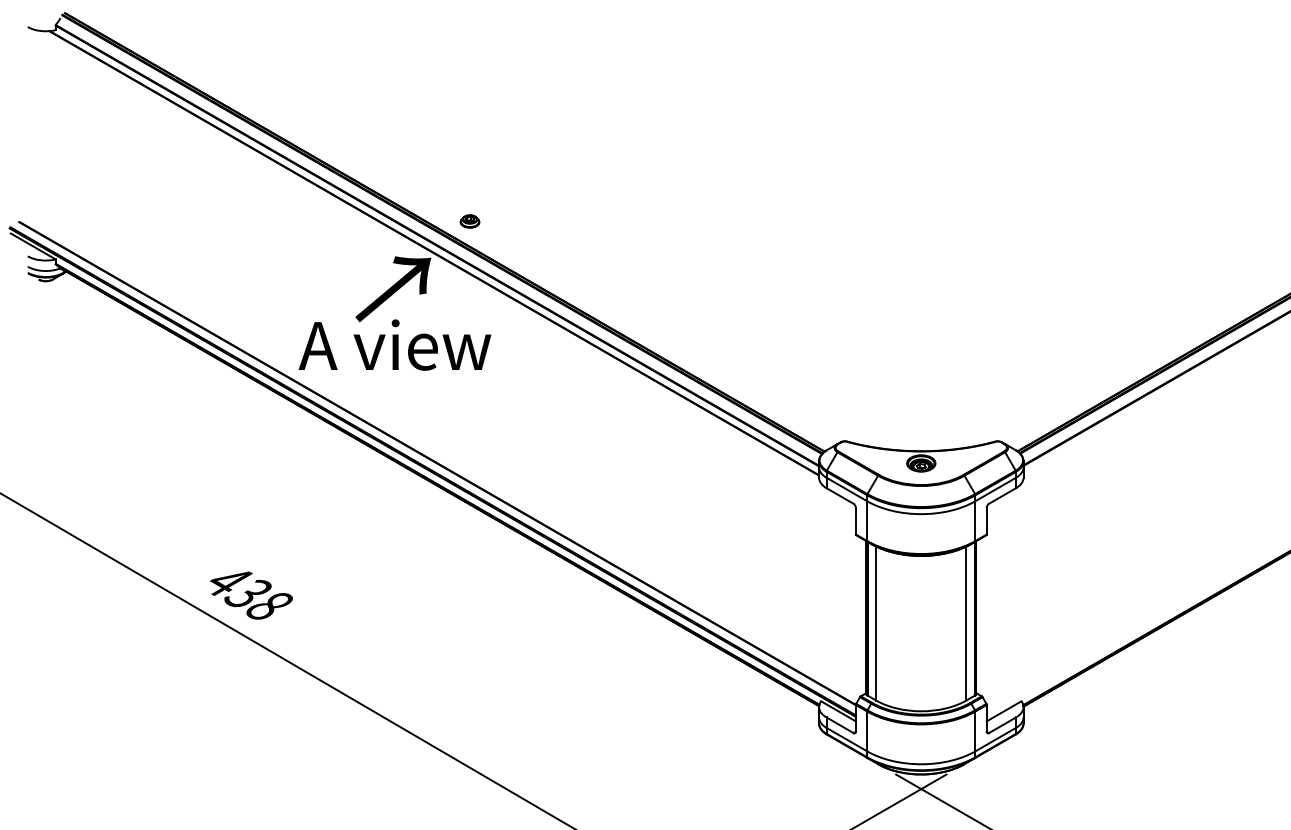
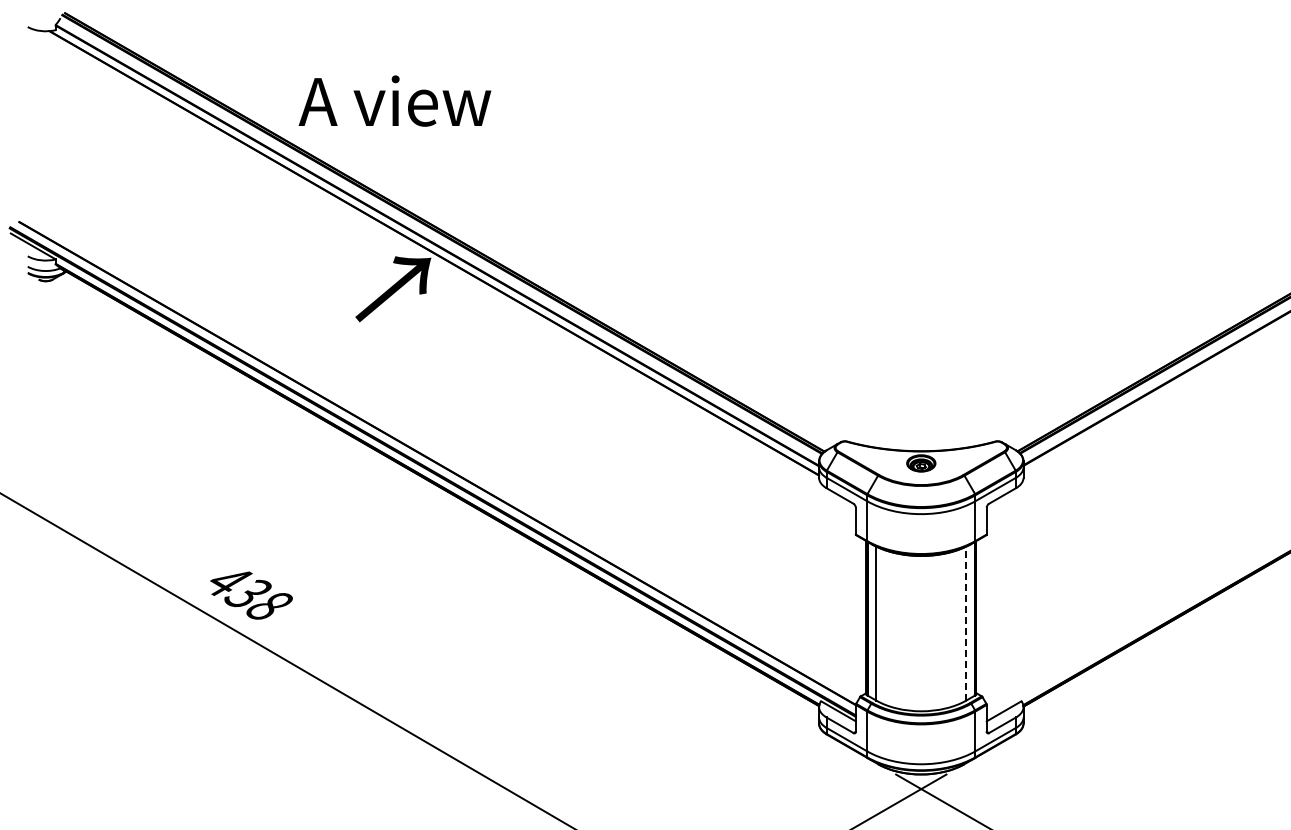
part at (469, 221): present -> none
text at (394, 344) position: (394, 344) -> (394, 100)
line at (966, 623): solid -> dashed
